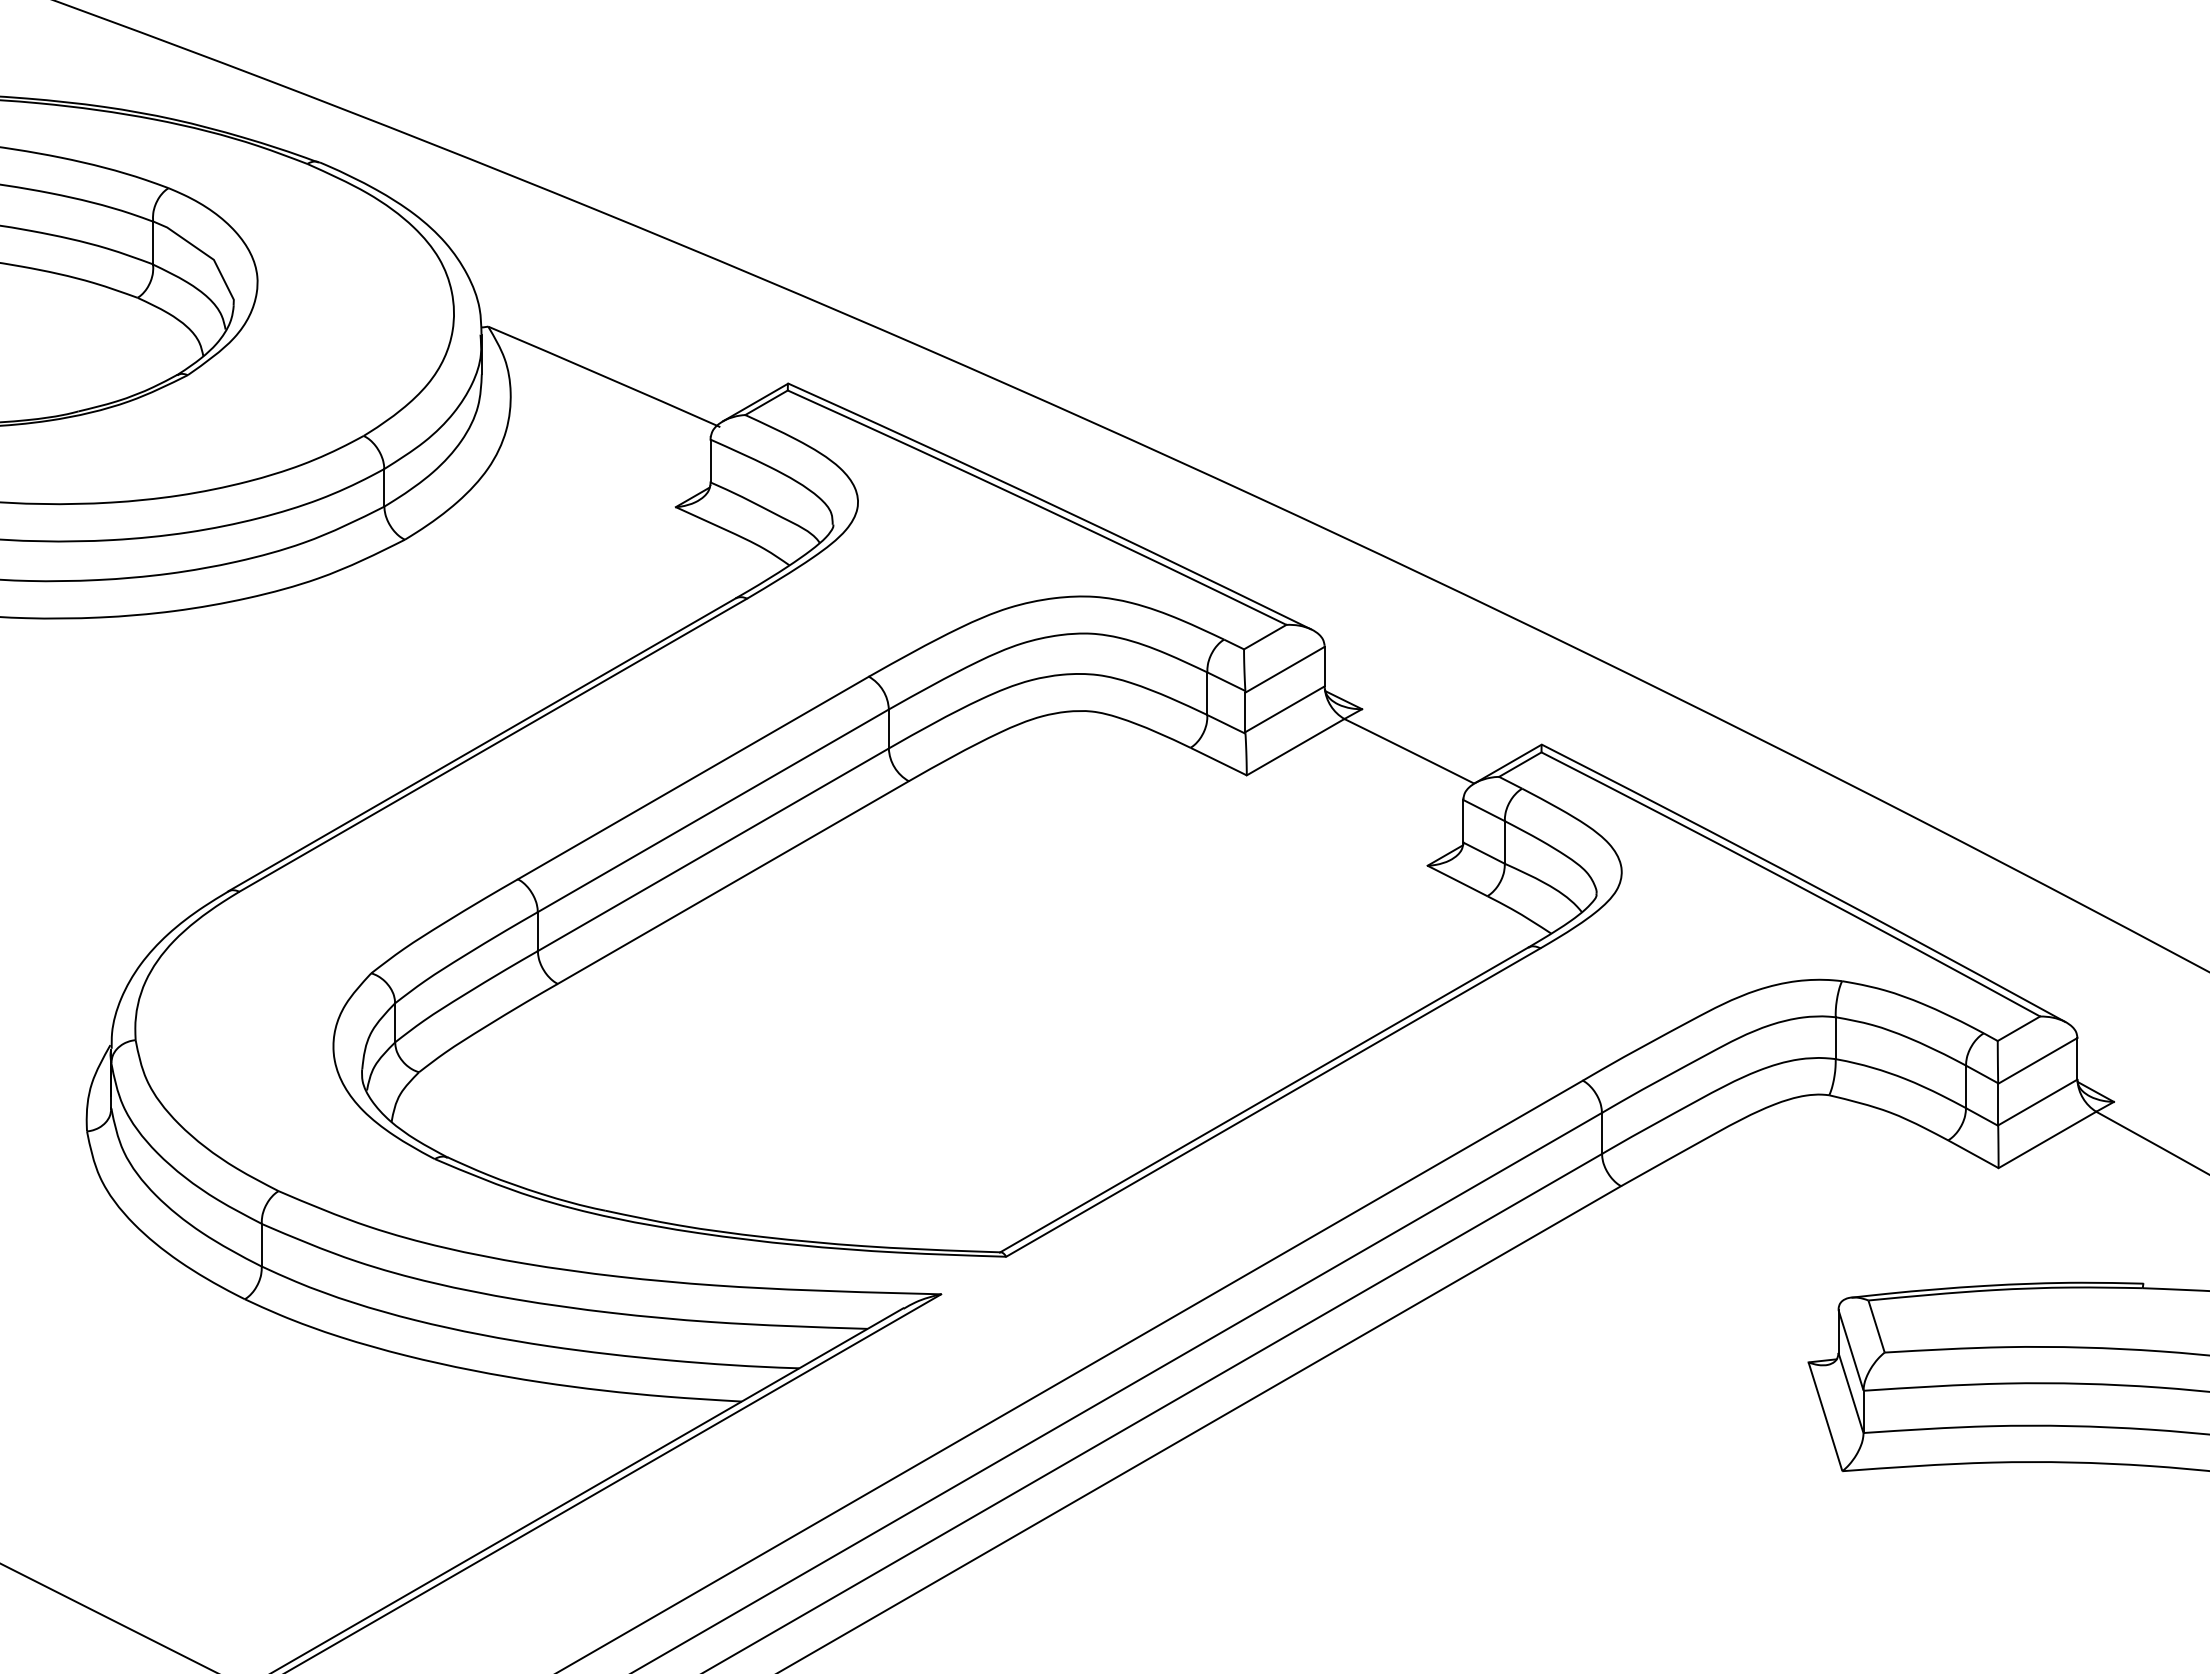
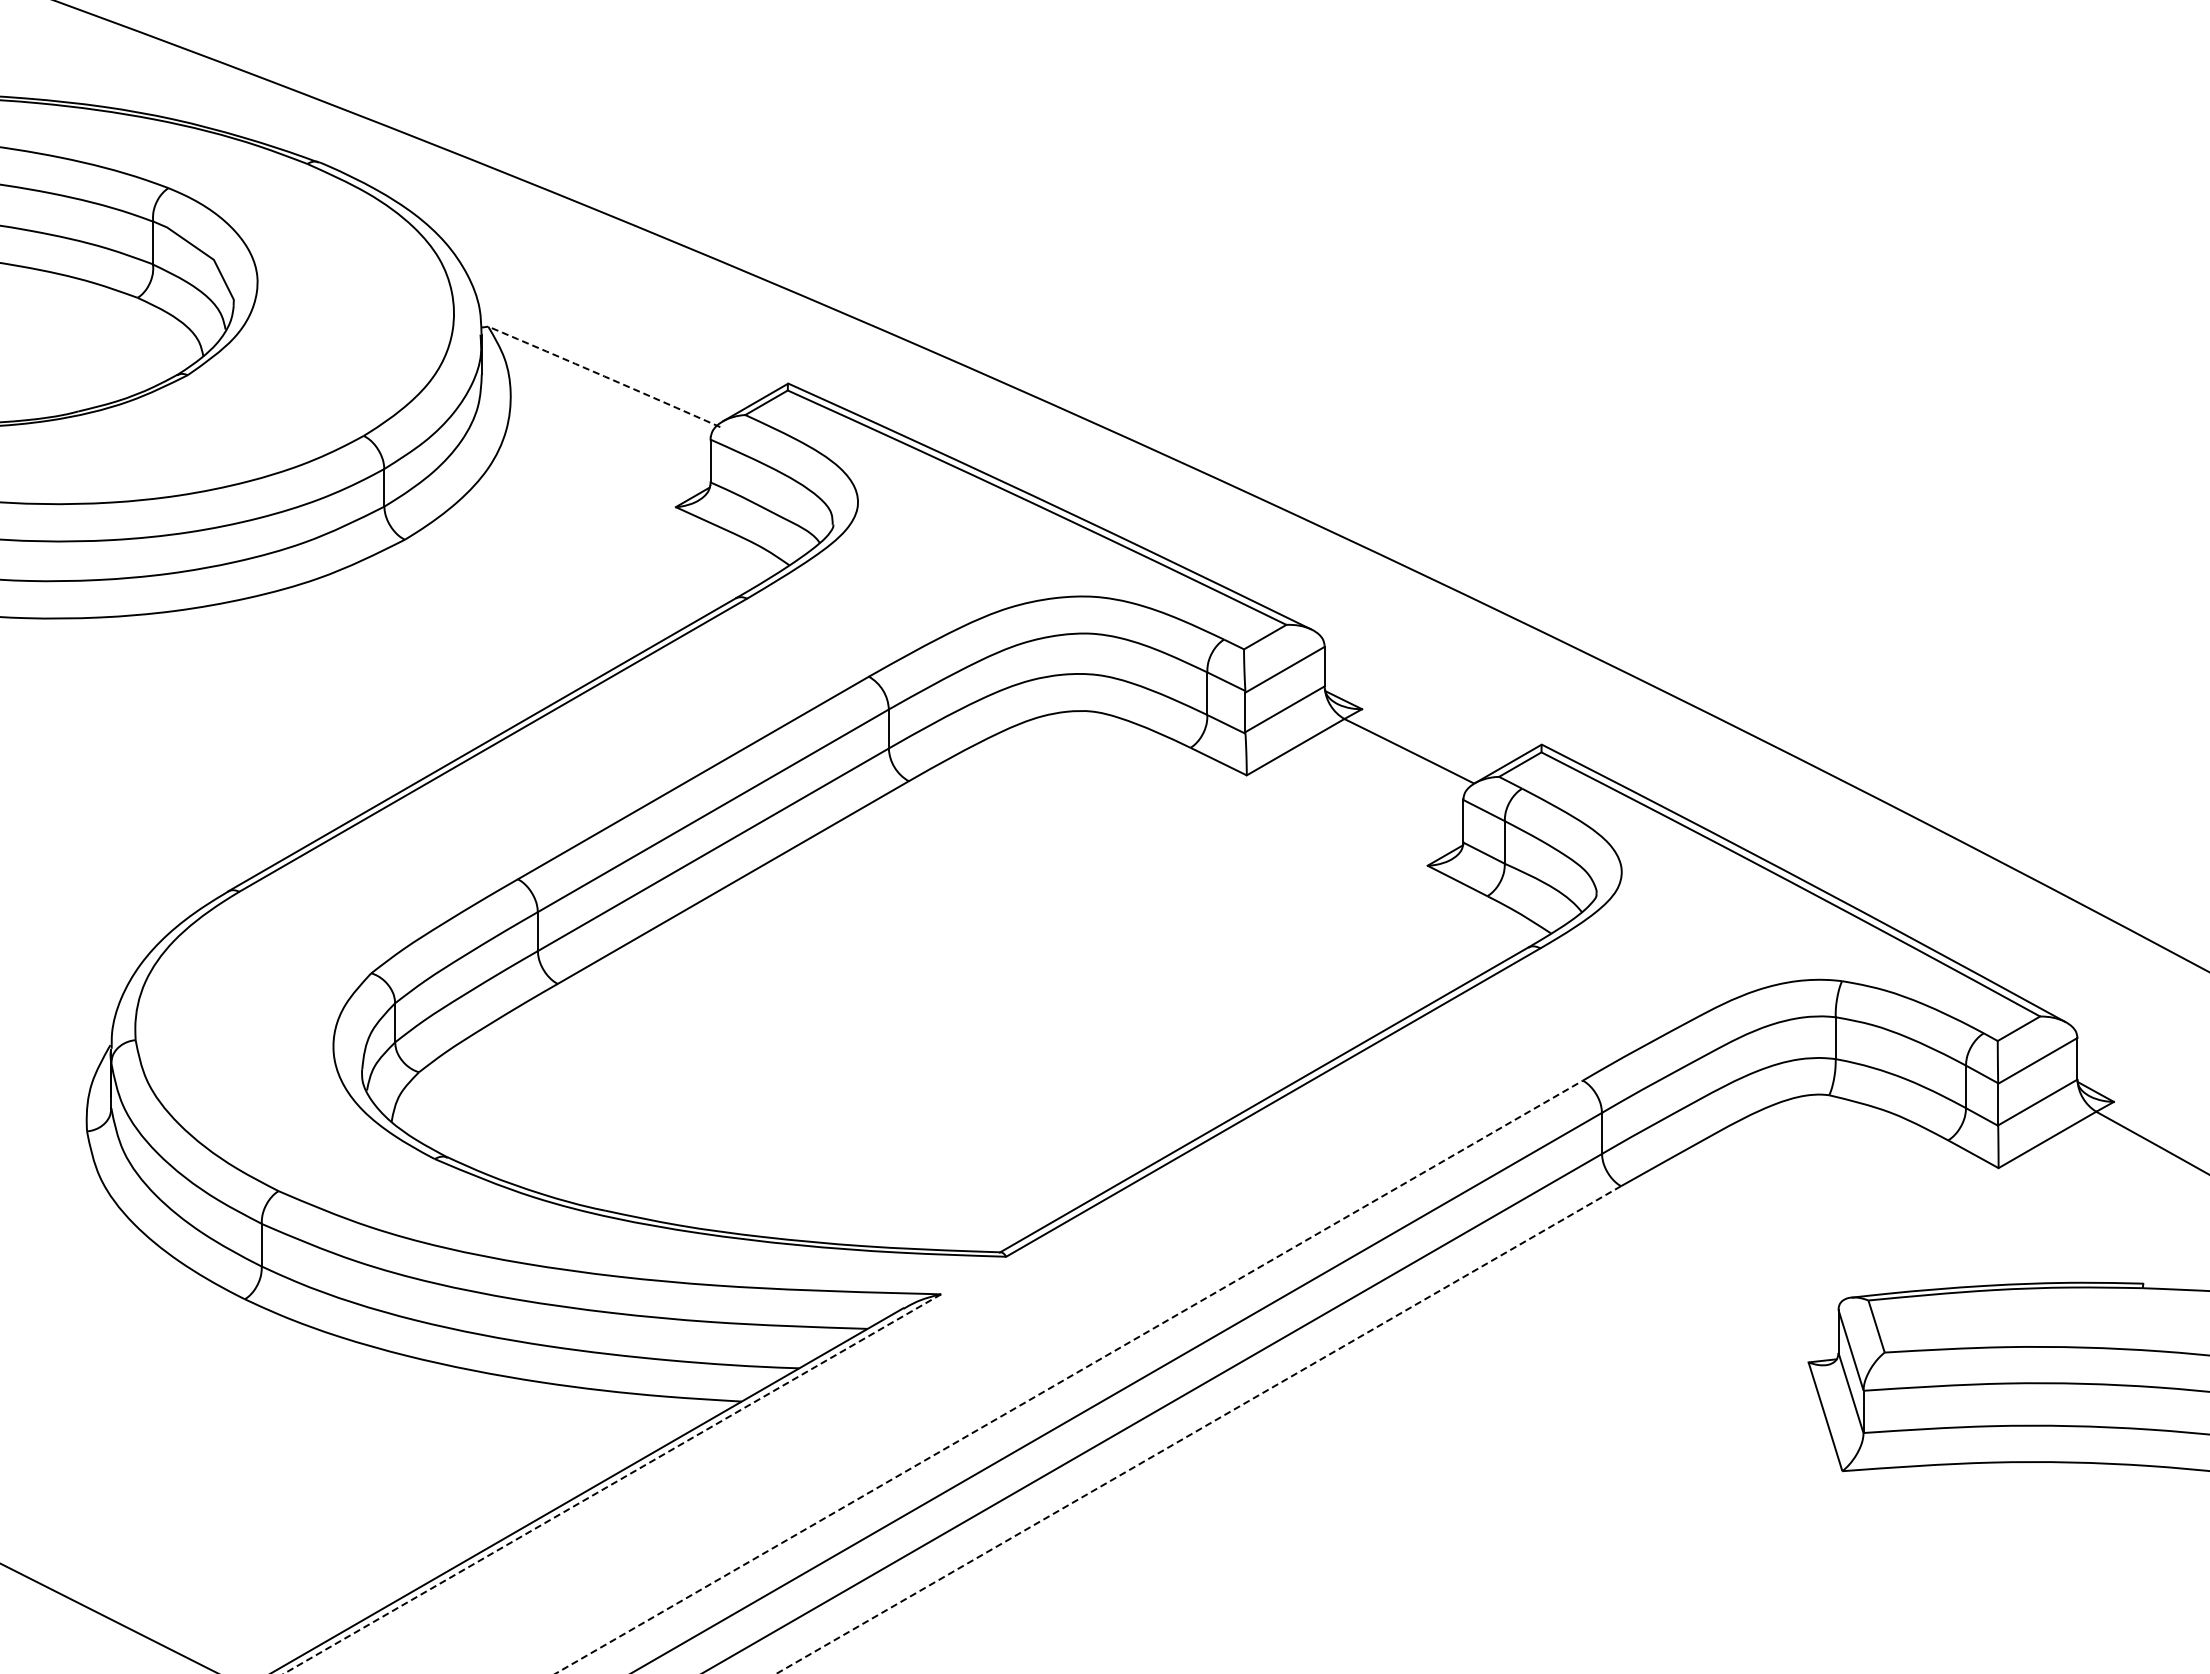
arc at (604, 376): solid -> dashed
line at (1069, 1377): solid -> dashed
line at (1198, 1430): solid -> dashed
line at (612, 1484): solid -> dashed
